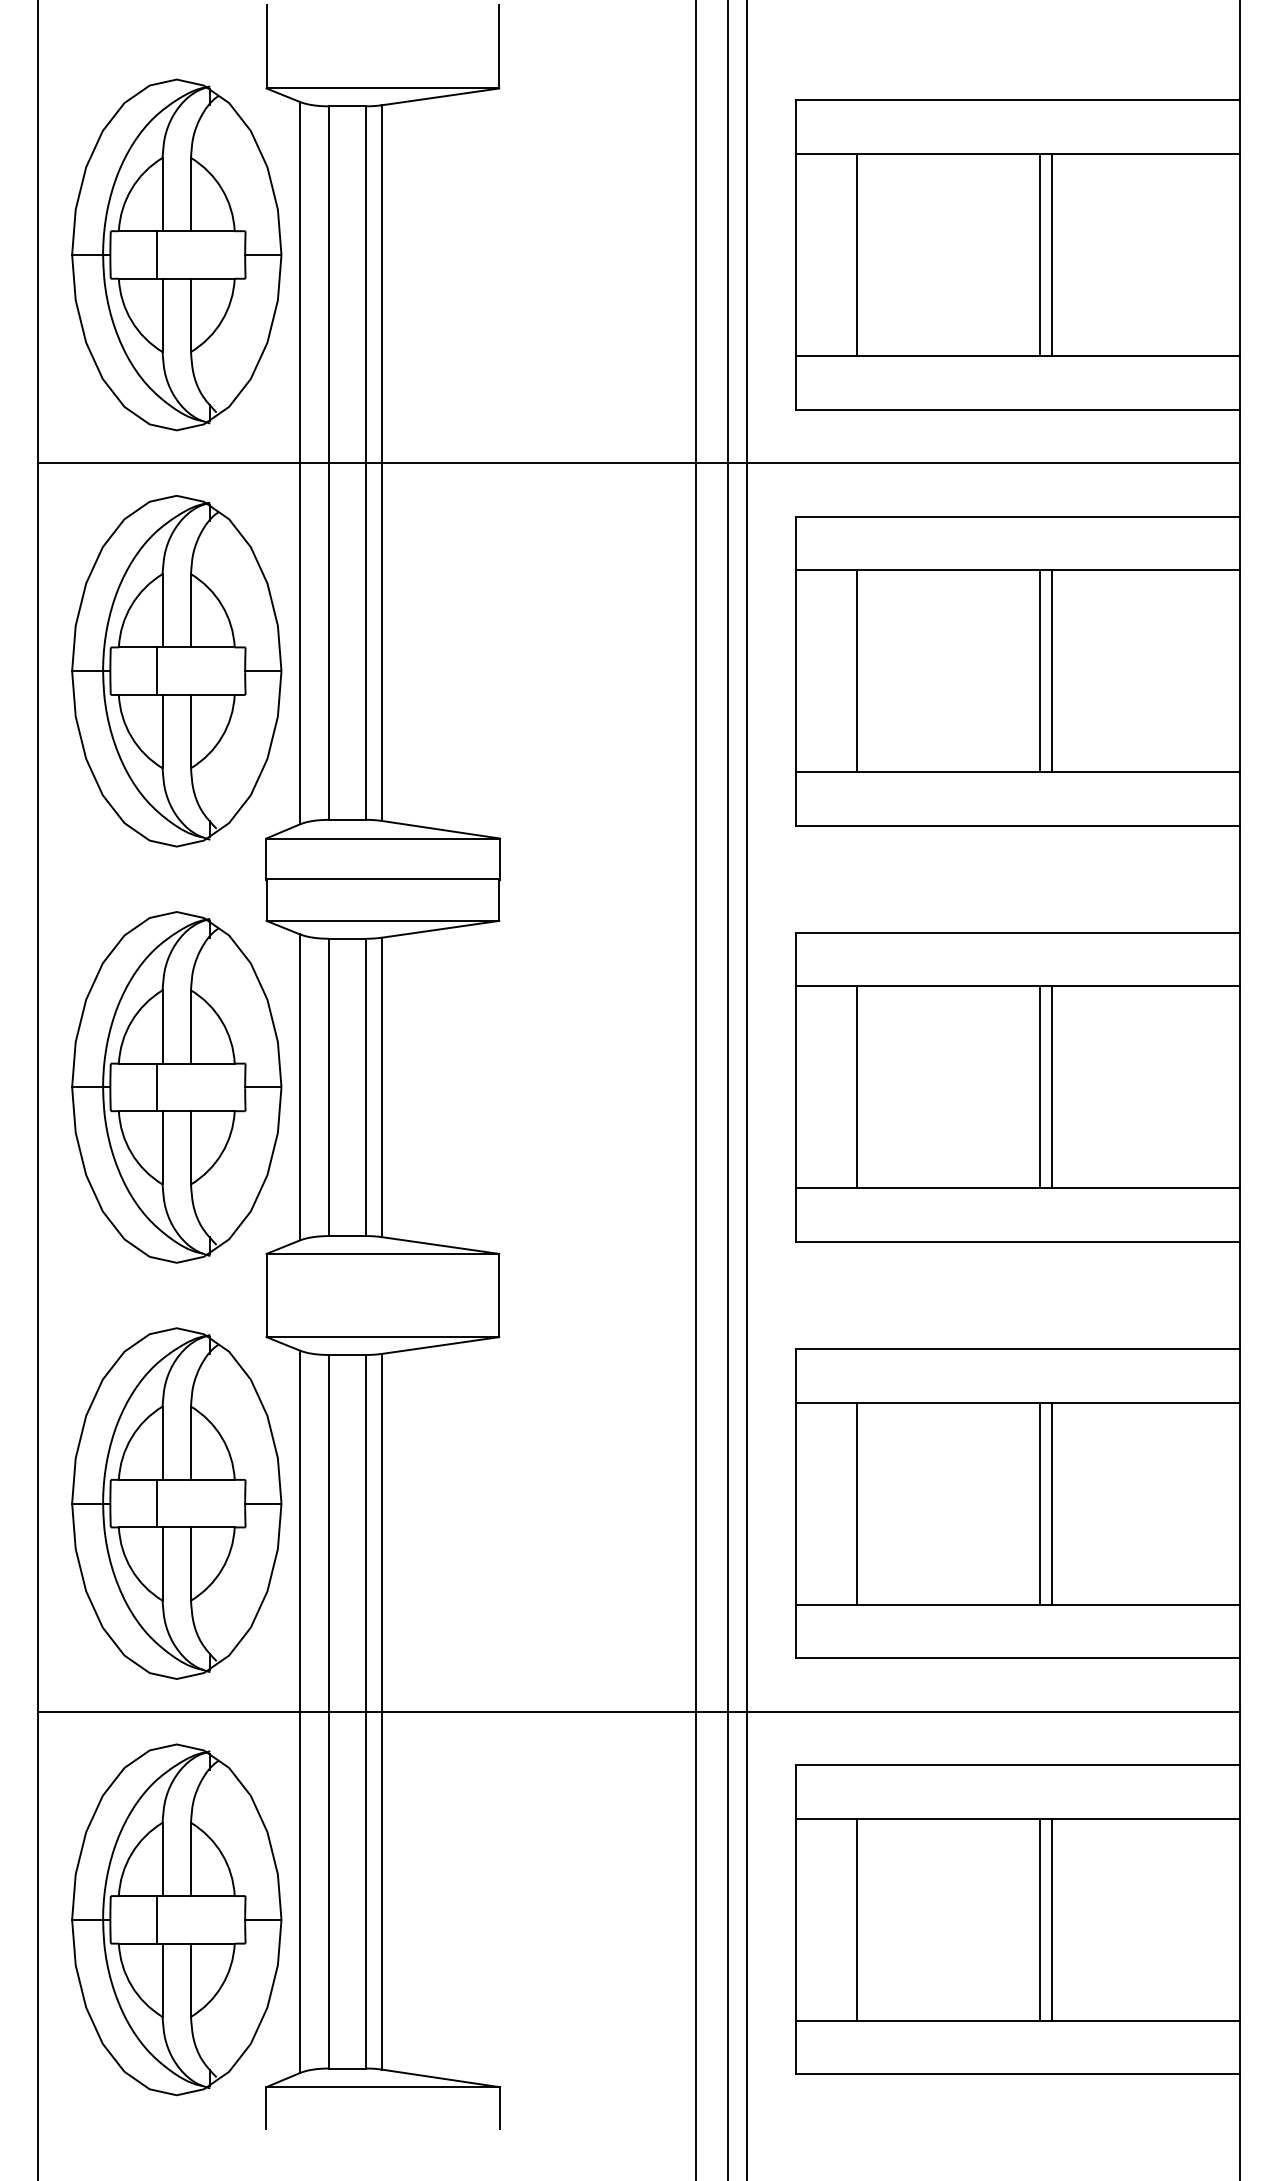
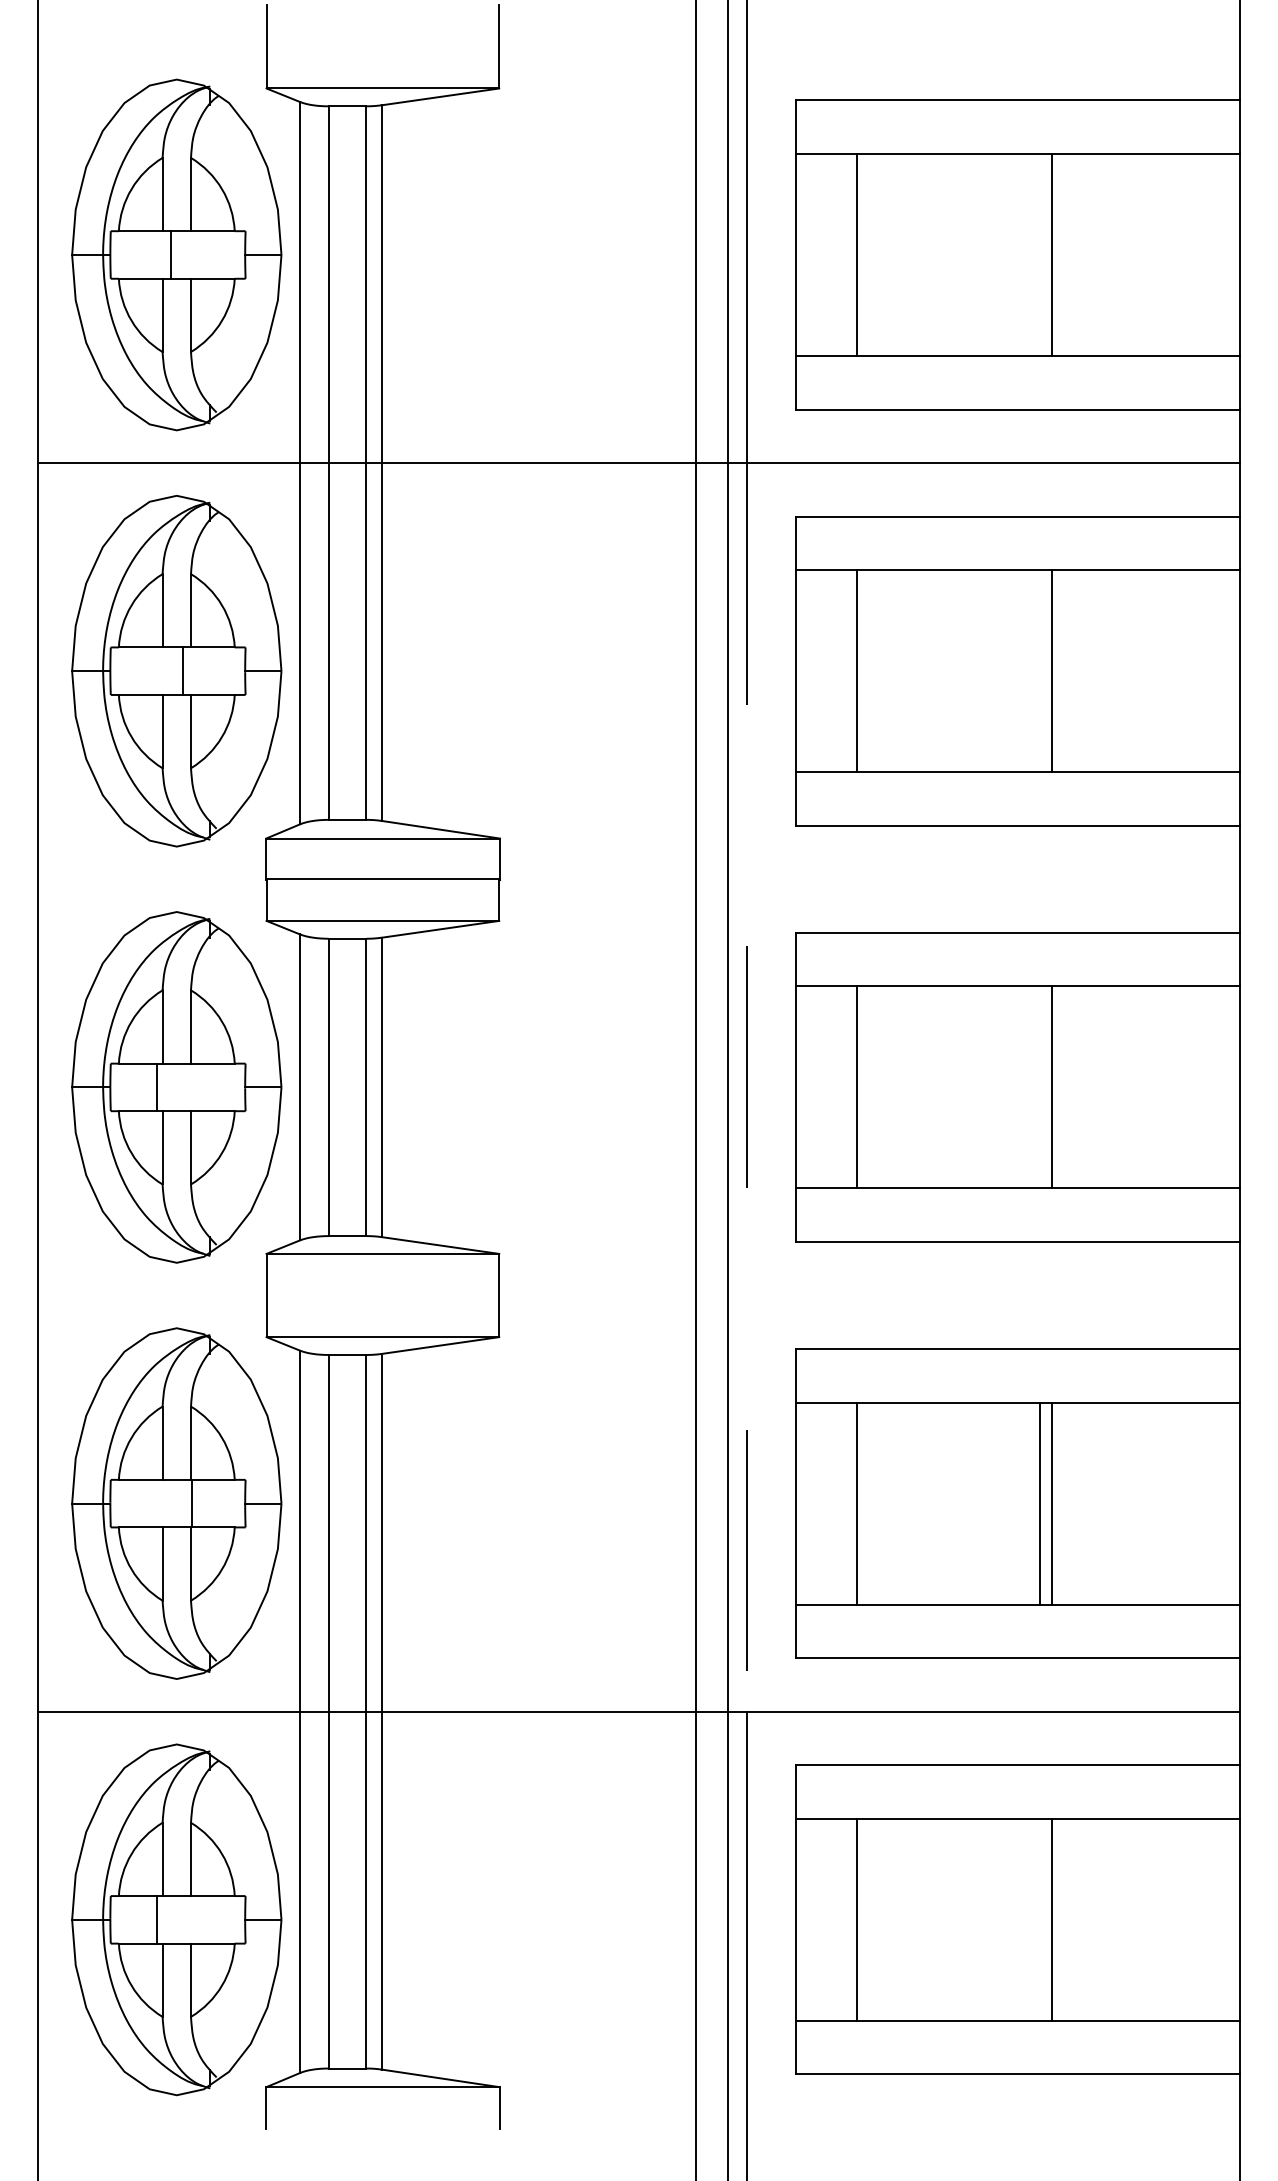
line at (157, 254) position: (157, 254) -> (171, 254)
line at (1040, 254): present -> none
line at (157, 670) position: (157, 670) -> (183, 670)
line at (1040, 671): present -> none
line at (747, 1087): solid -> dashed
line at (1040, 1087): present -> none
line at (157, 1503) position: (157, 1503) -> (192, 1503)
line at (1040, 1919): present -> none
